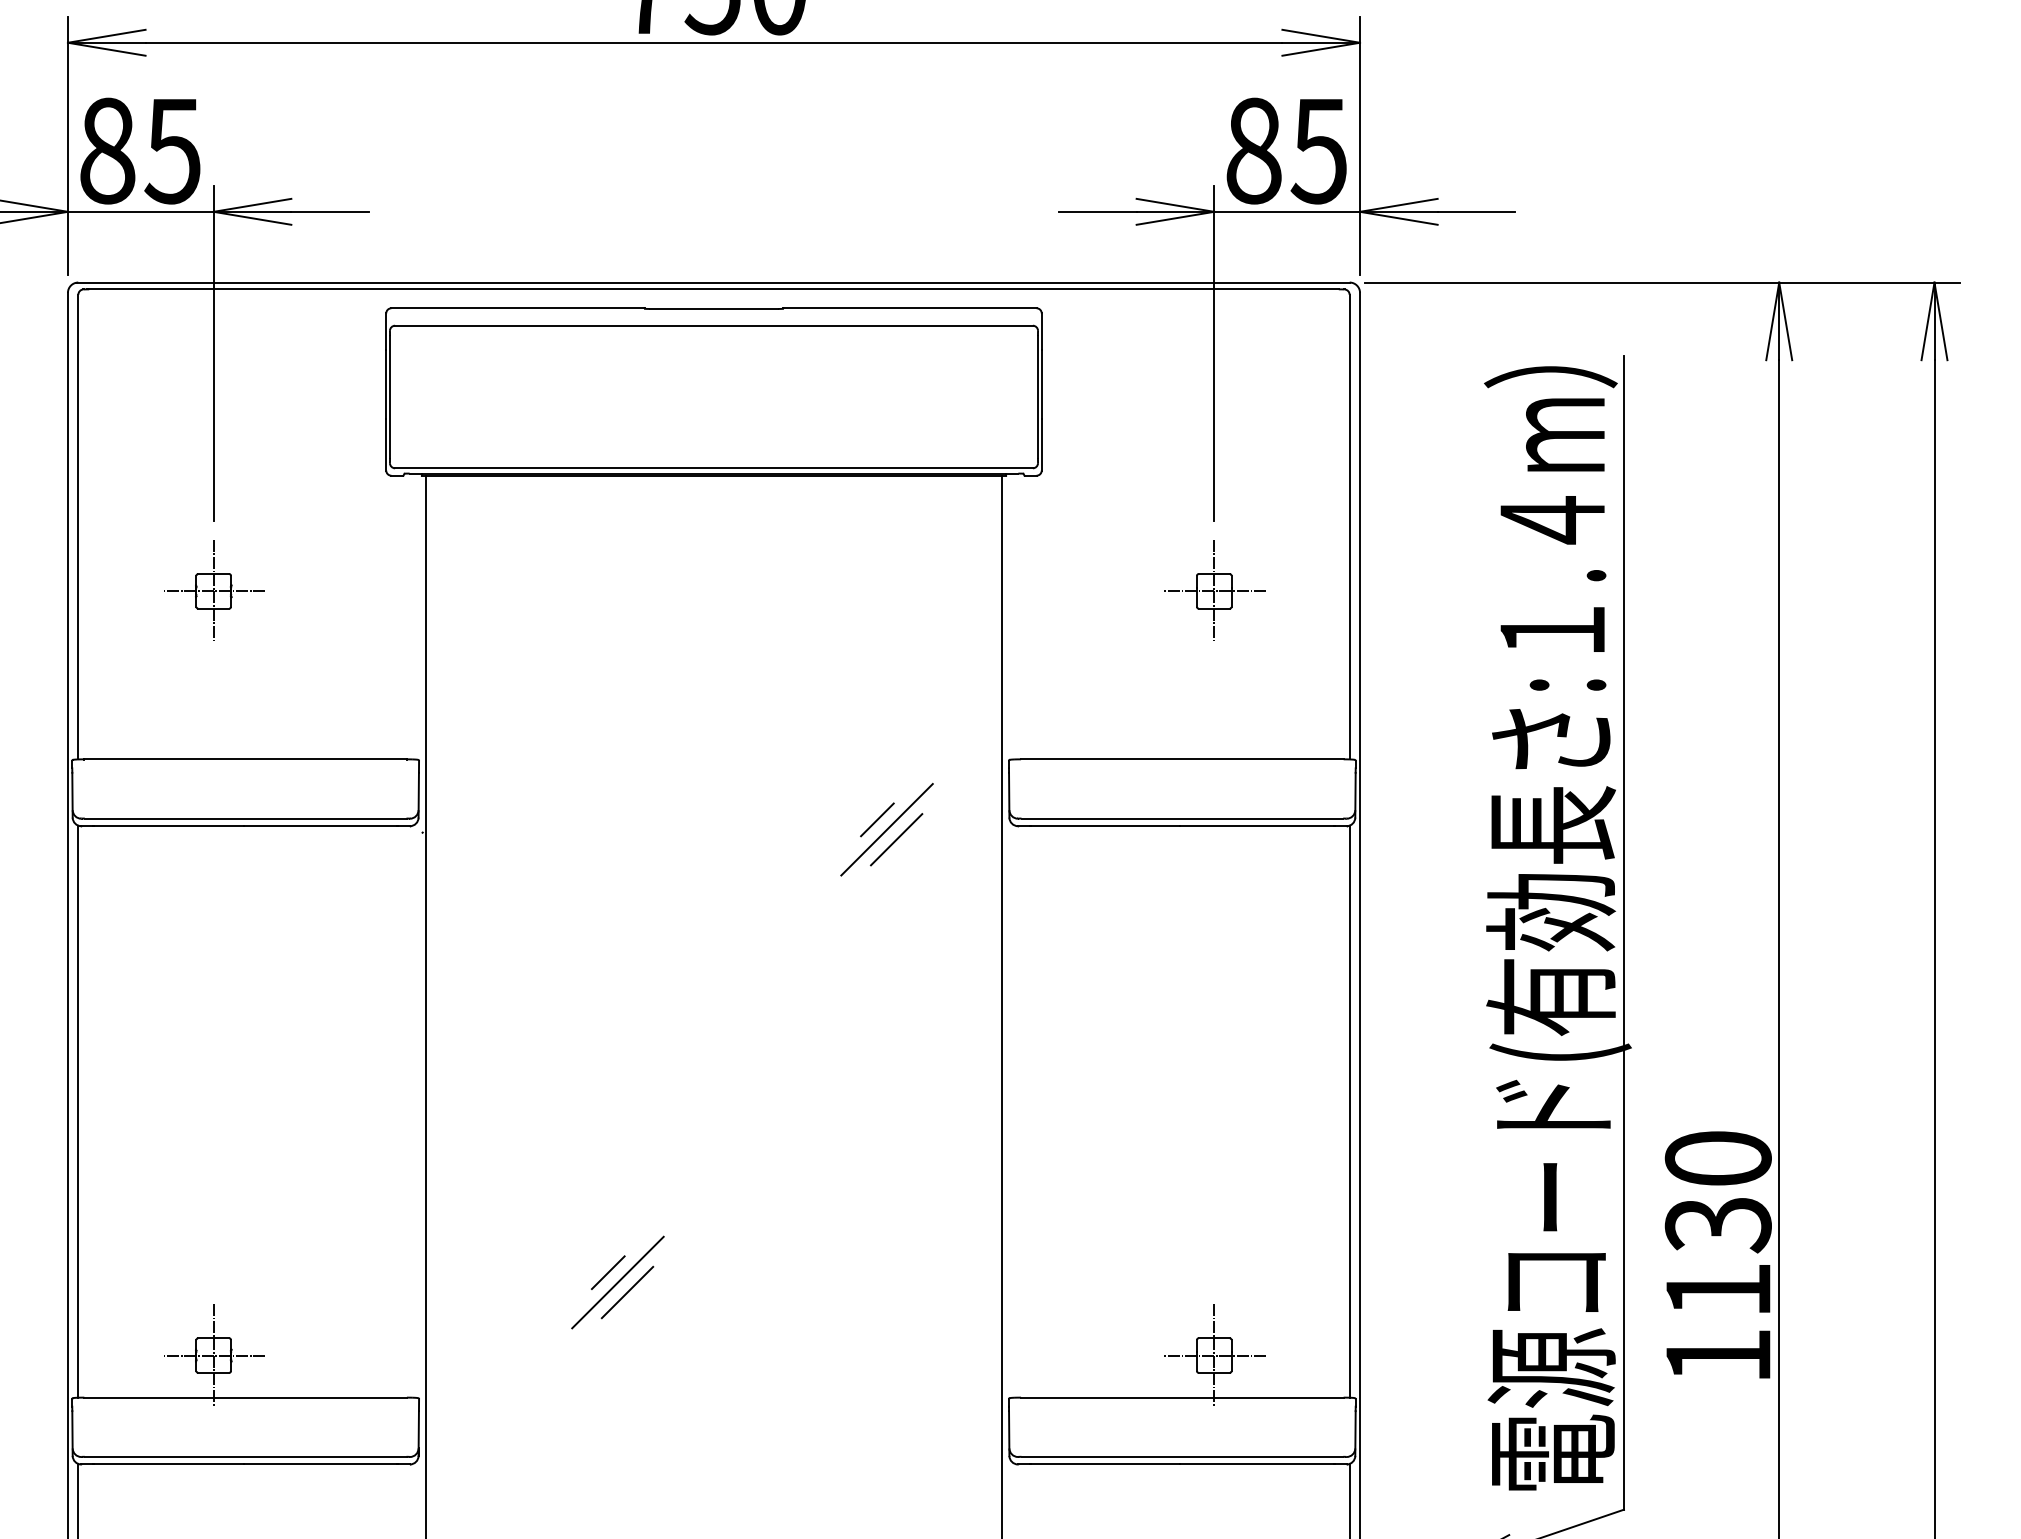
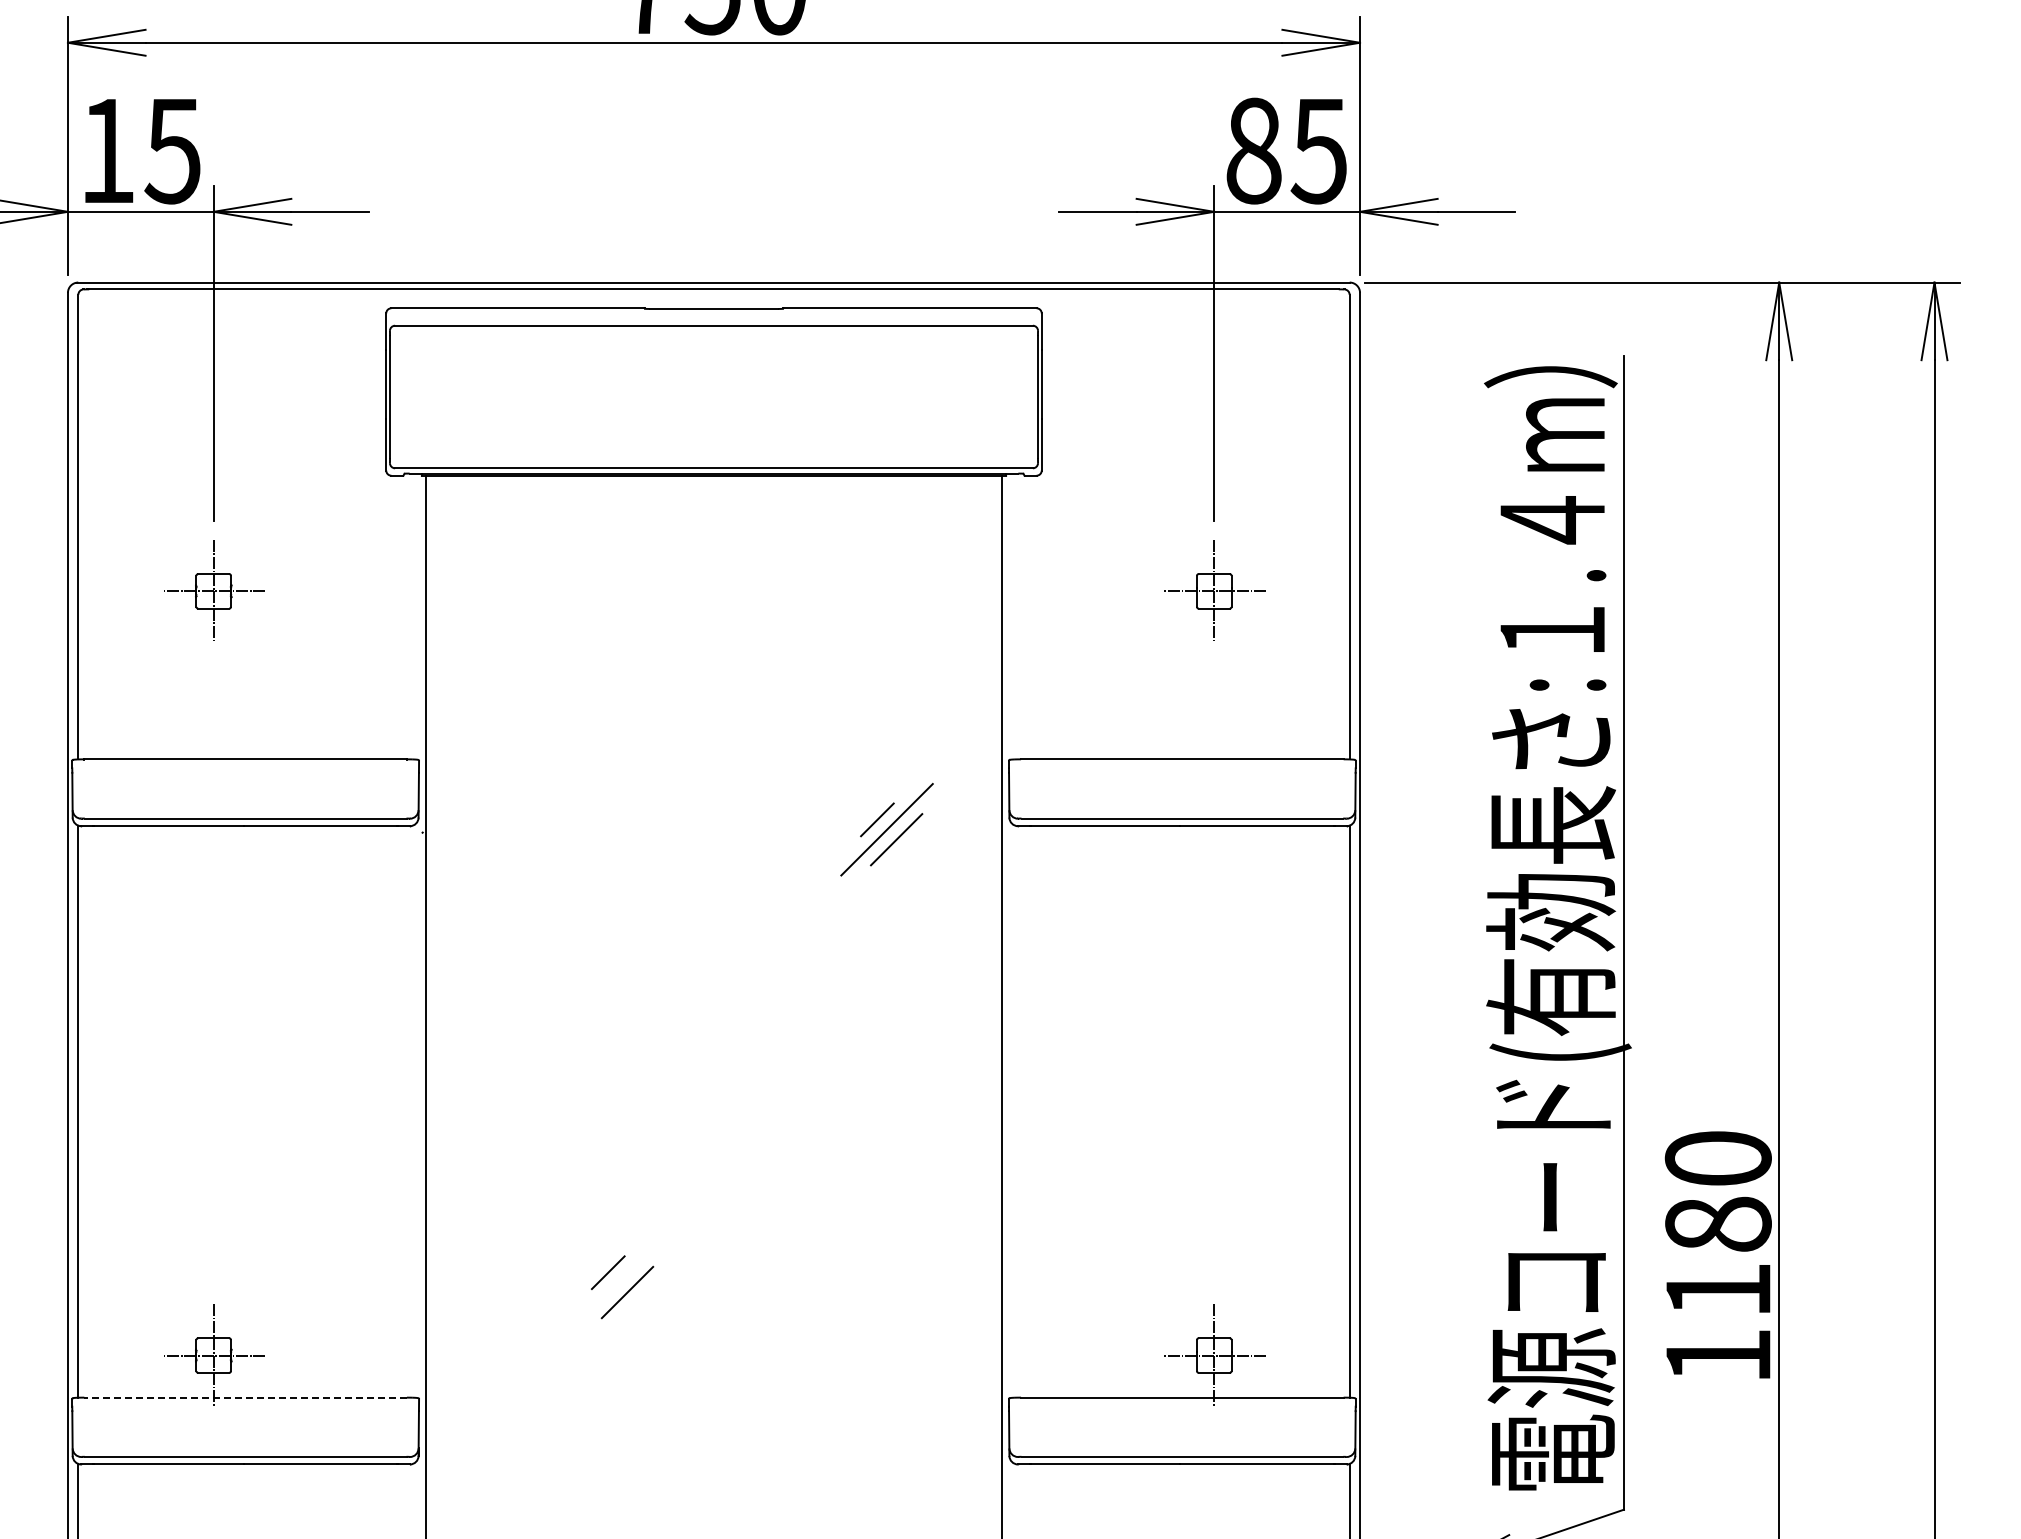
text at (107, 150): 85 -> 15
text at (1717, 1224): 1130 -> 1180
line at (617, 1282): present -> none
line at (245, 1397): solid -> dashed
